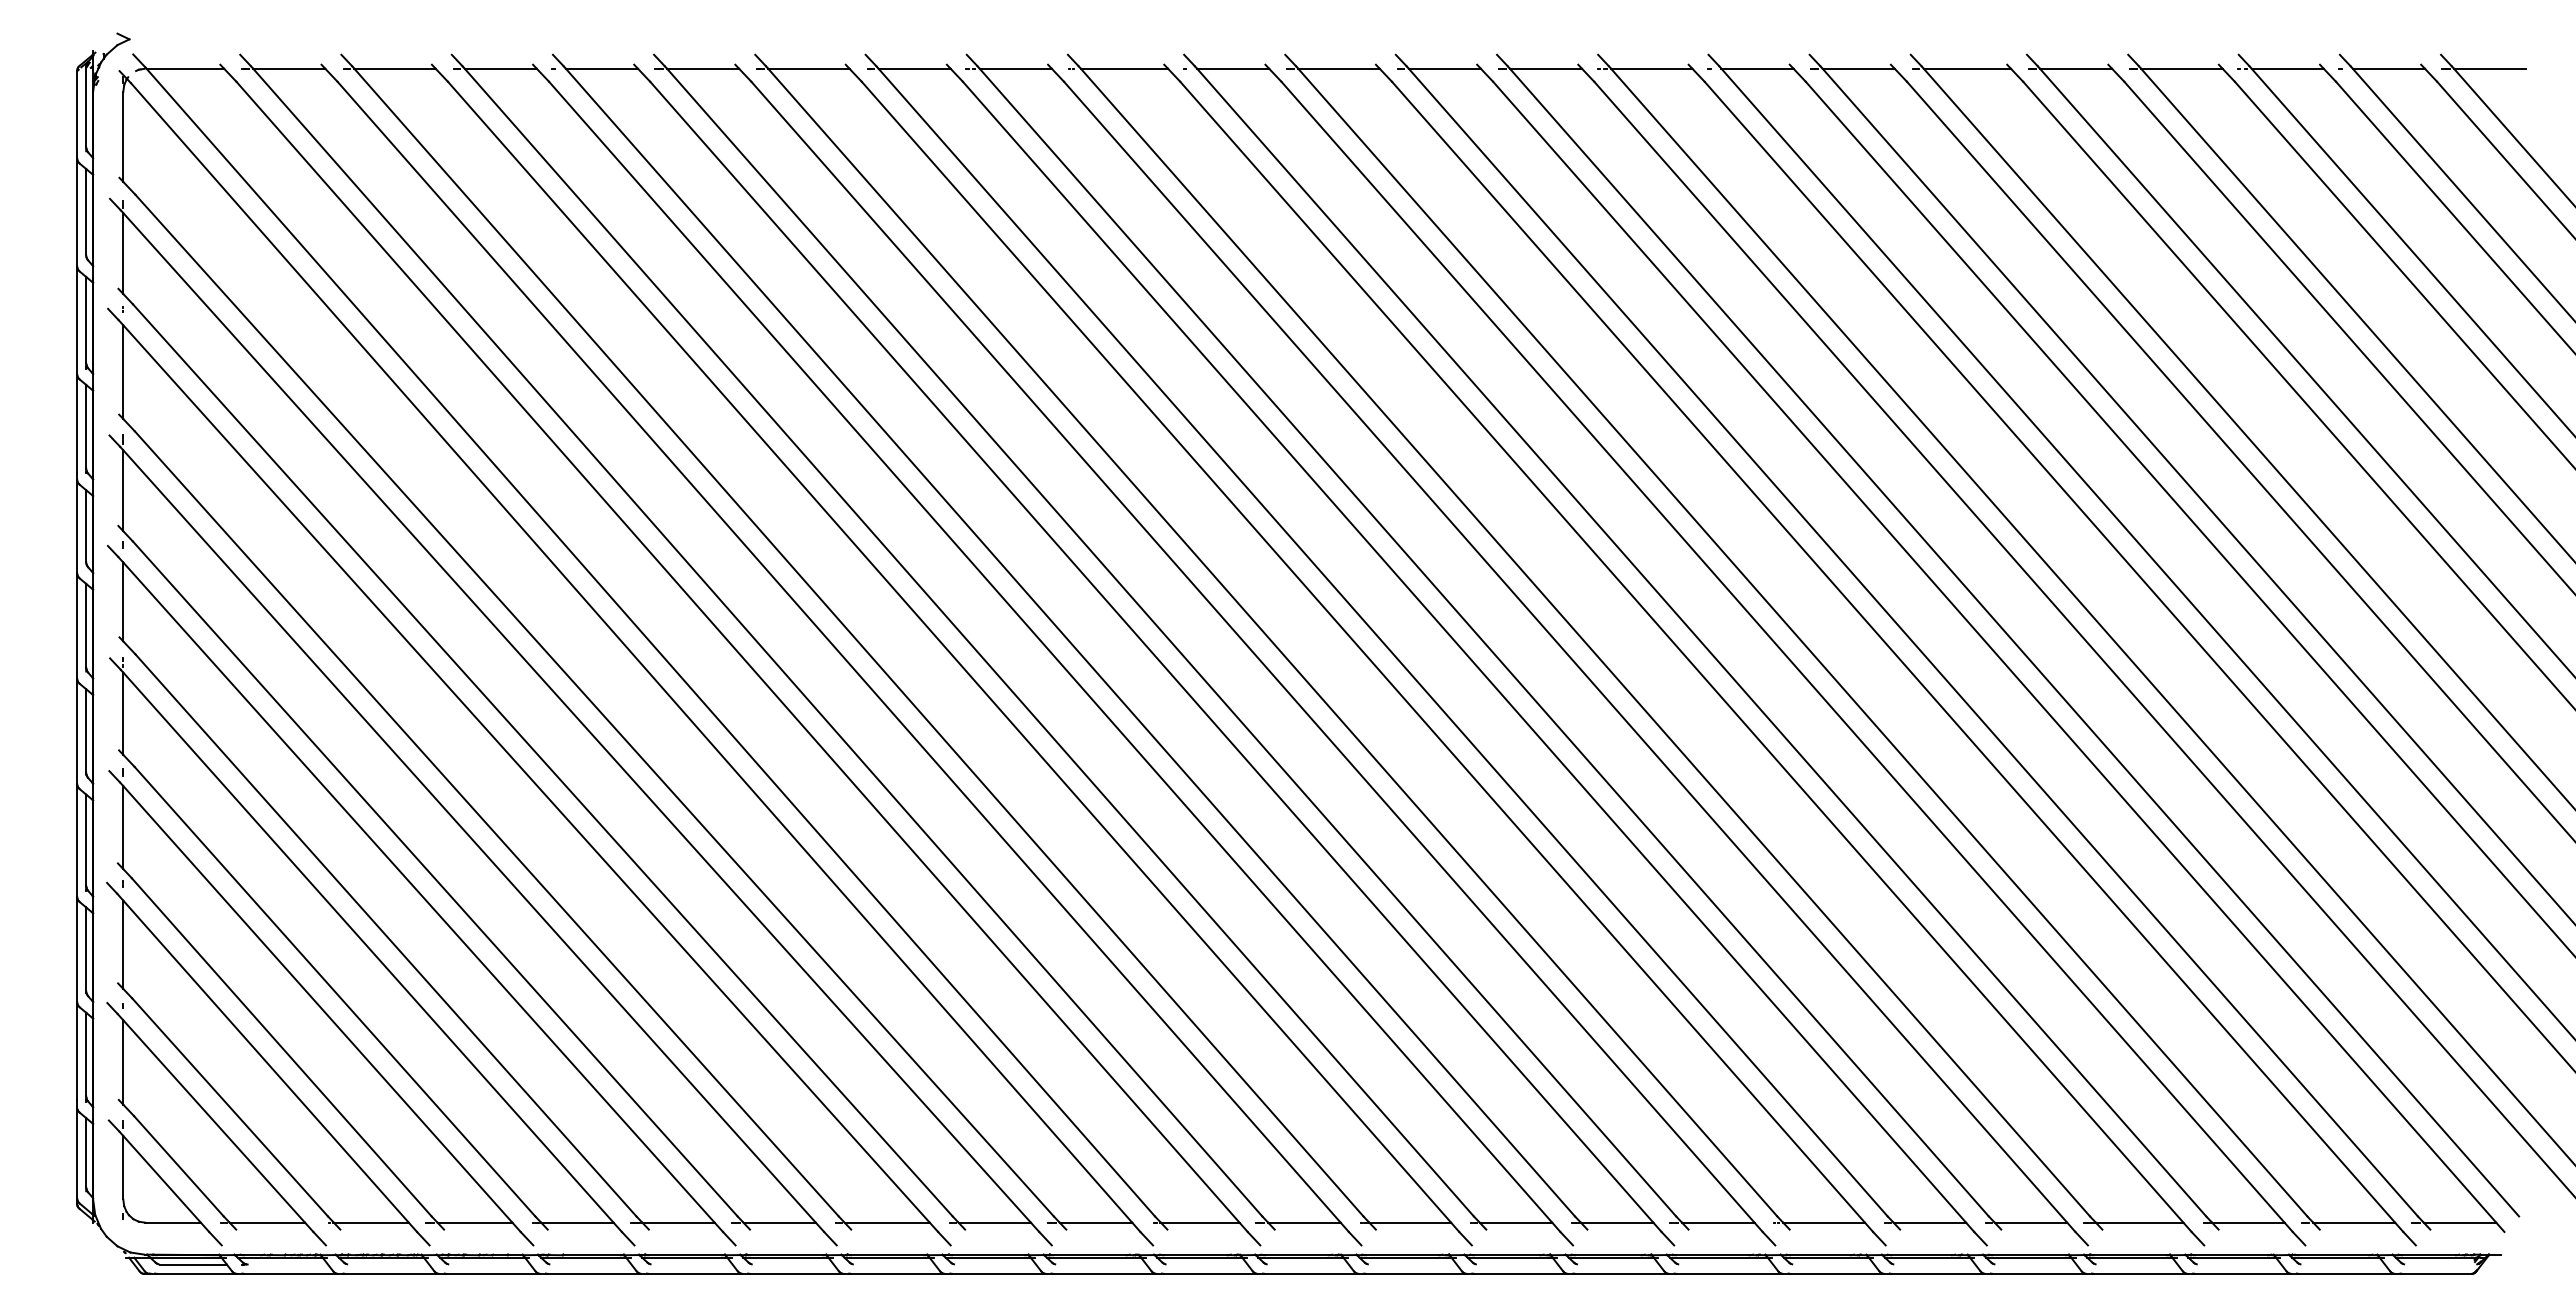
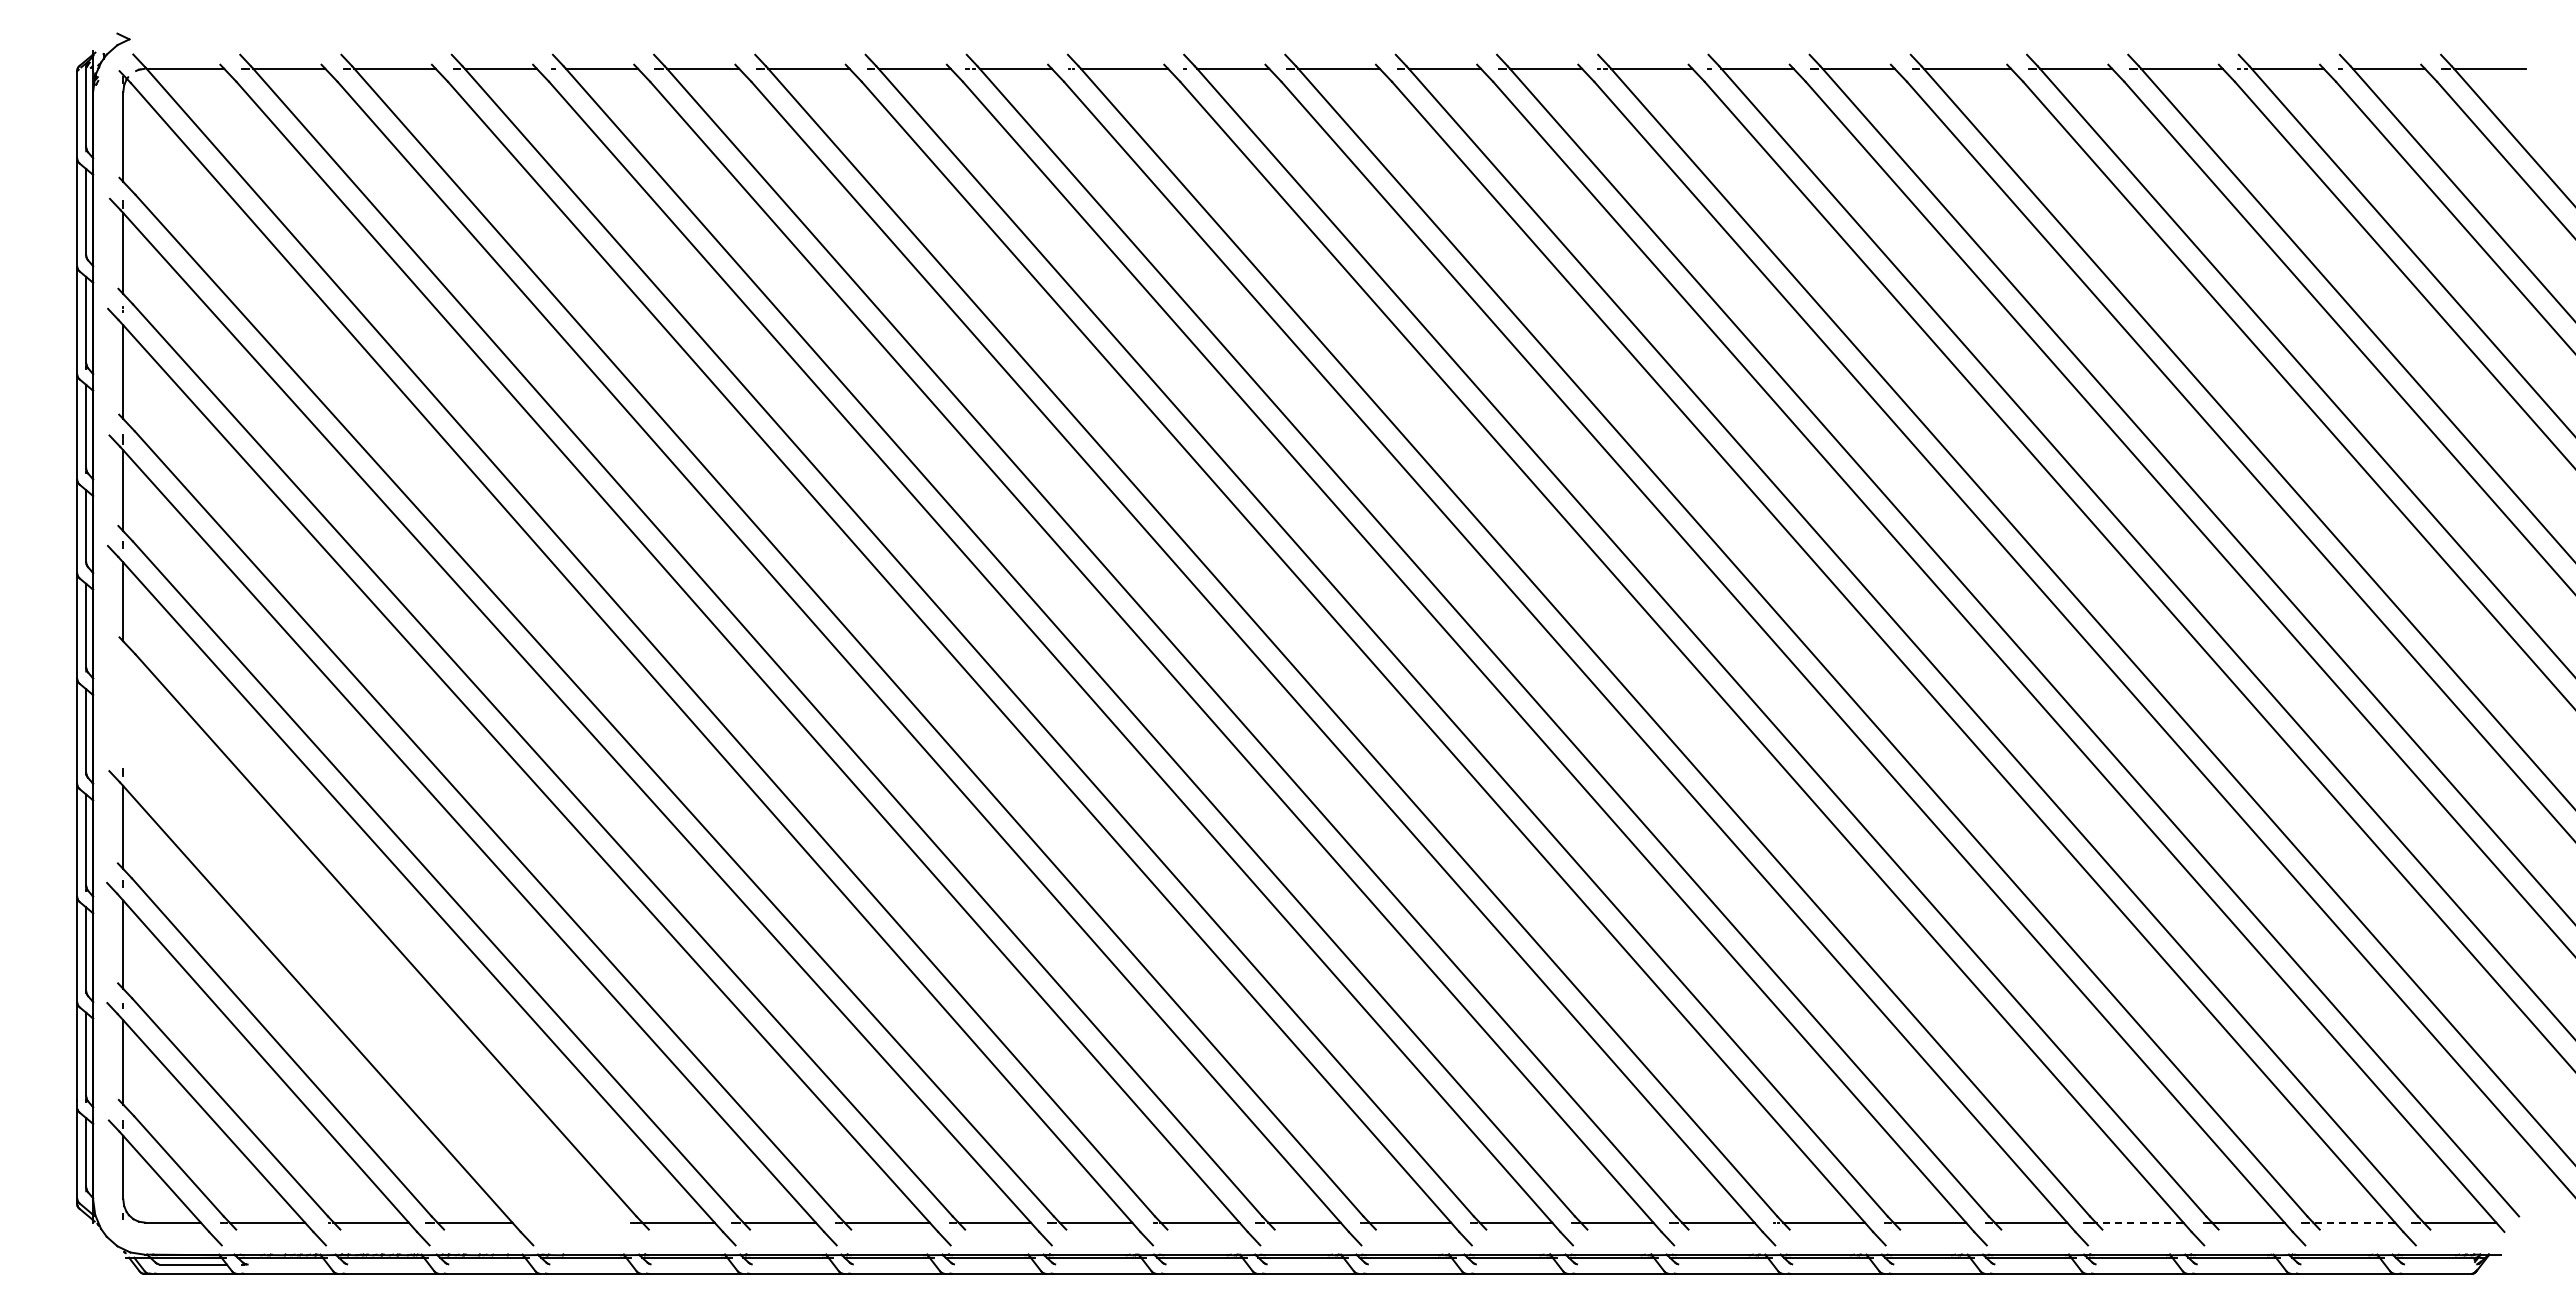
part at (372, 951): present -> none
line at (2139, 1222): solid -> dashed
line at (2354, 1222): solid -> dashed
